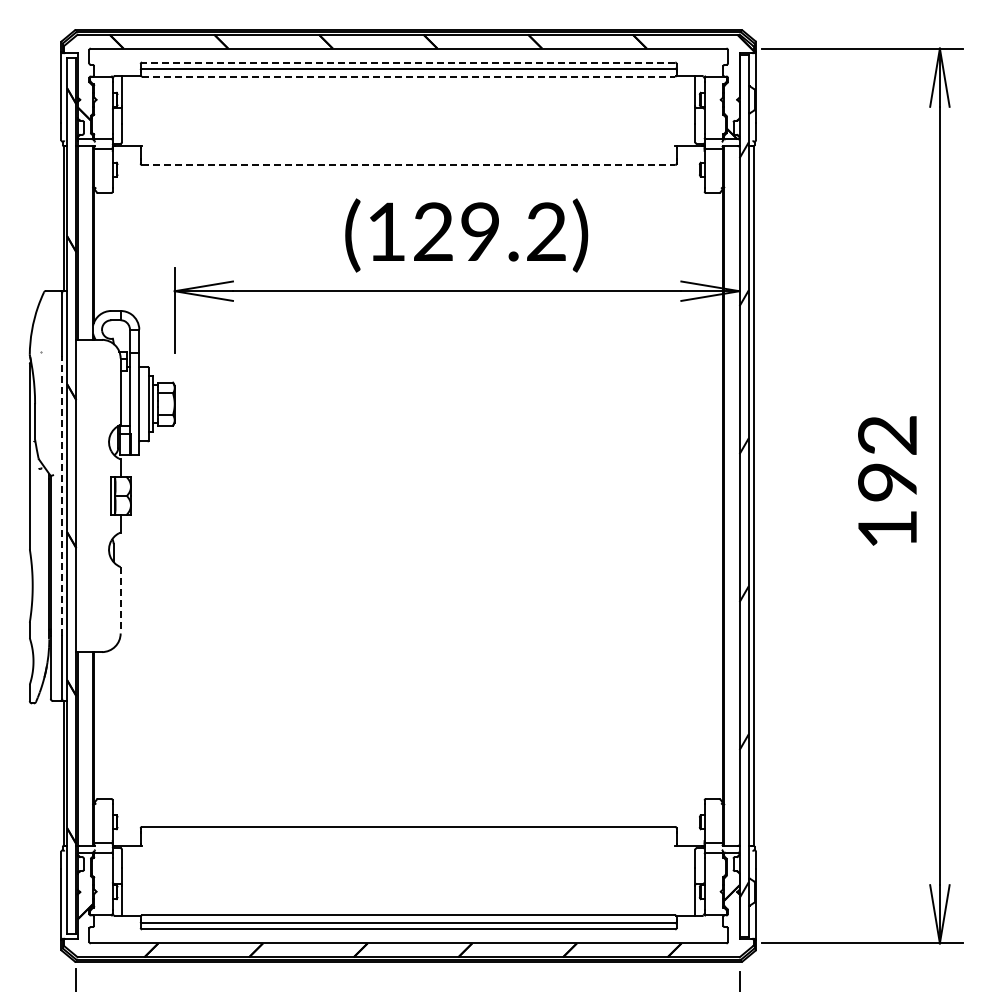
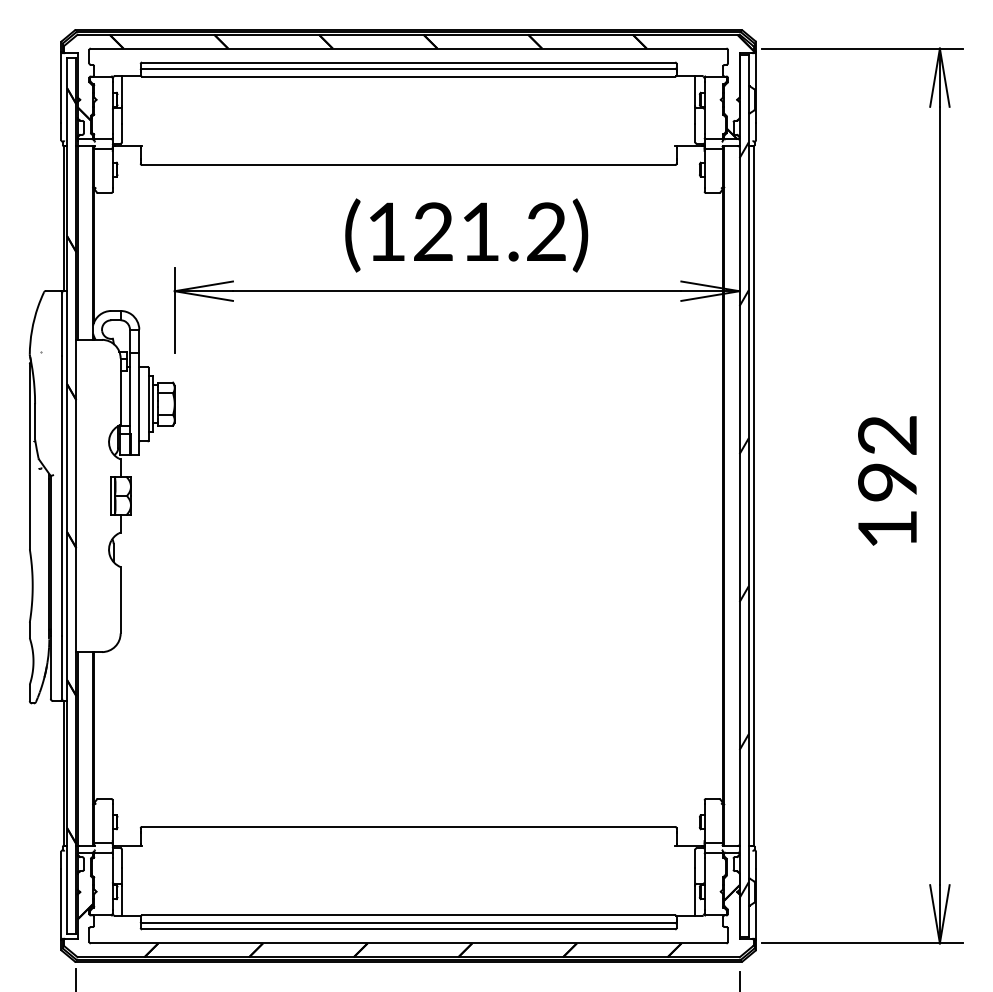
line at (408, 62): dashed -> solid
line at (408, 76): dashed -> solid
line at (408, 165): dashed -> solid
text at (479, 231): (129.2) -> (121.2)
line at (62, 496): dashed -> solid
line at (120, 600): dashed -> solid
